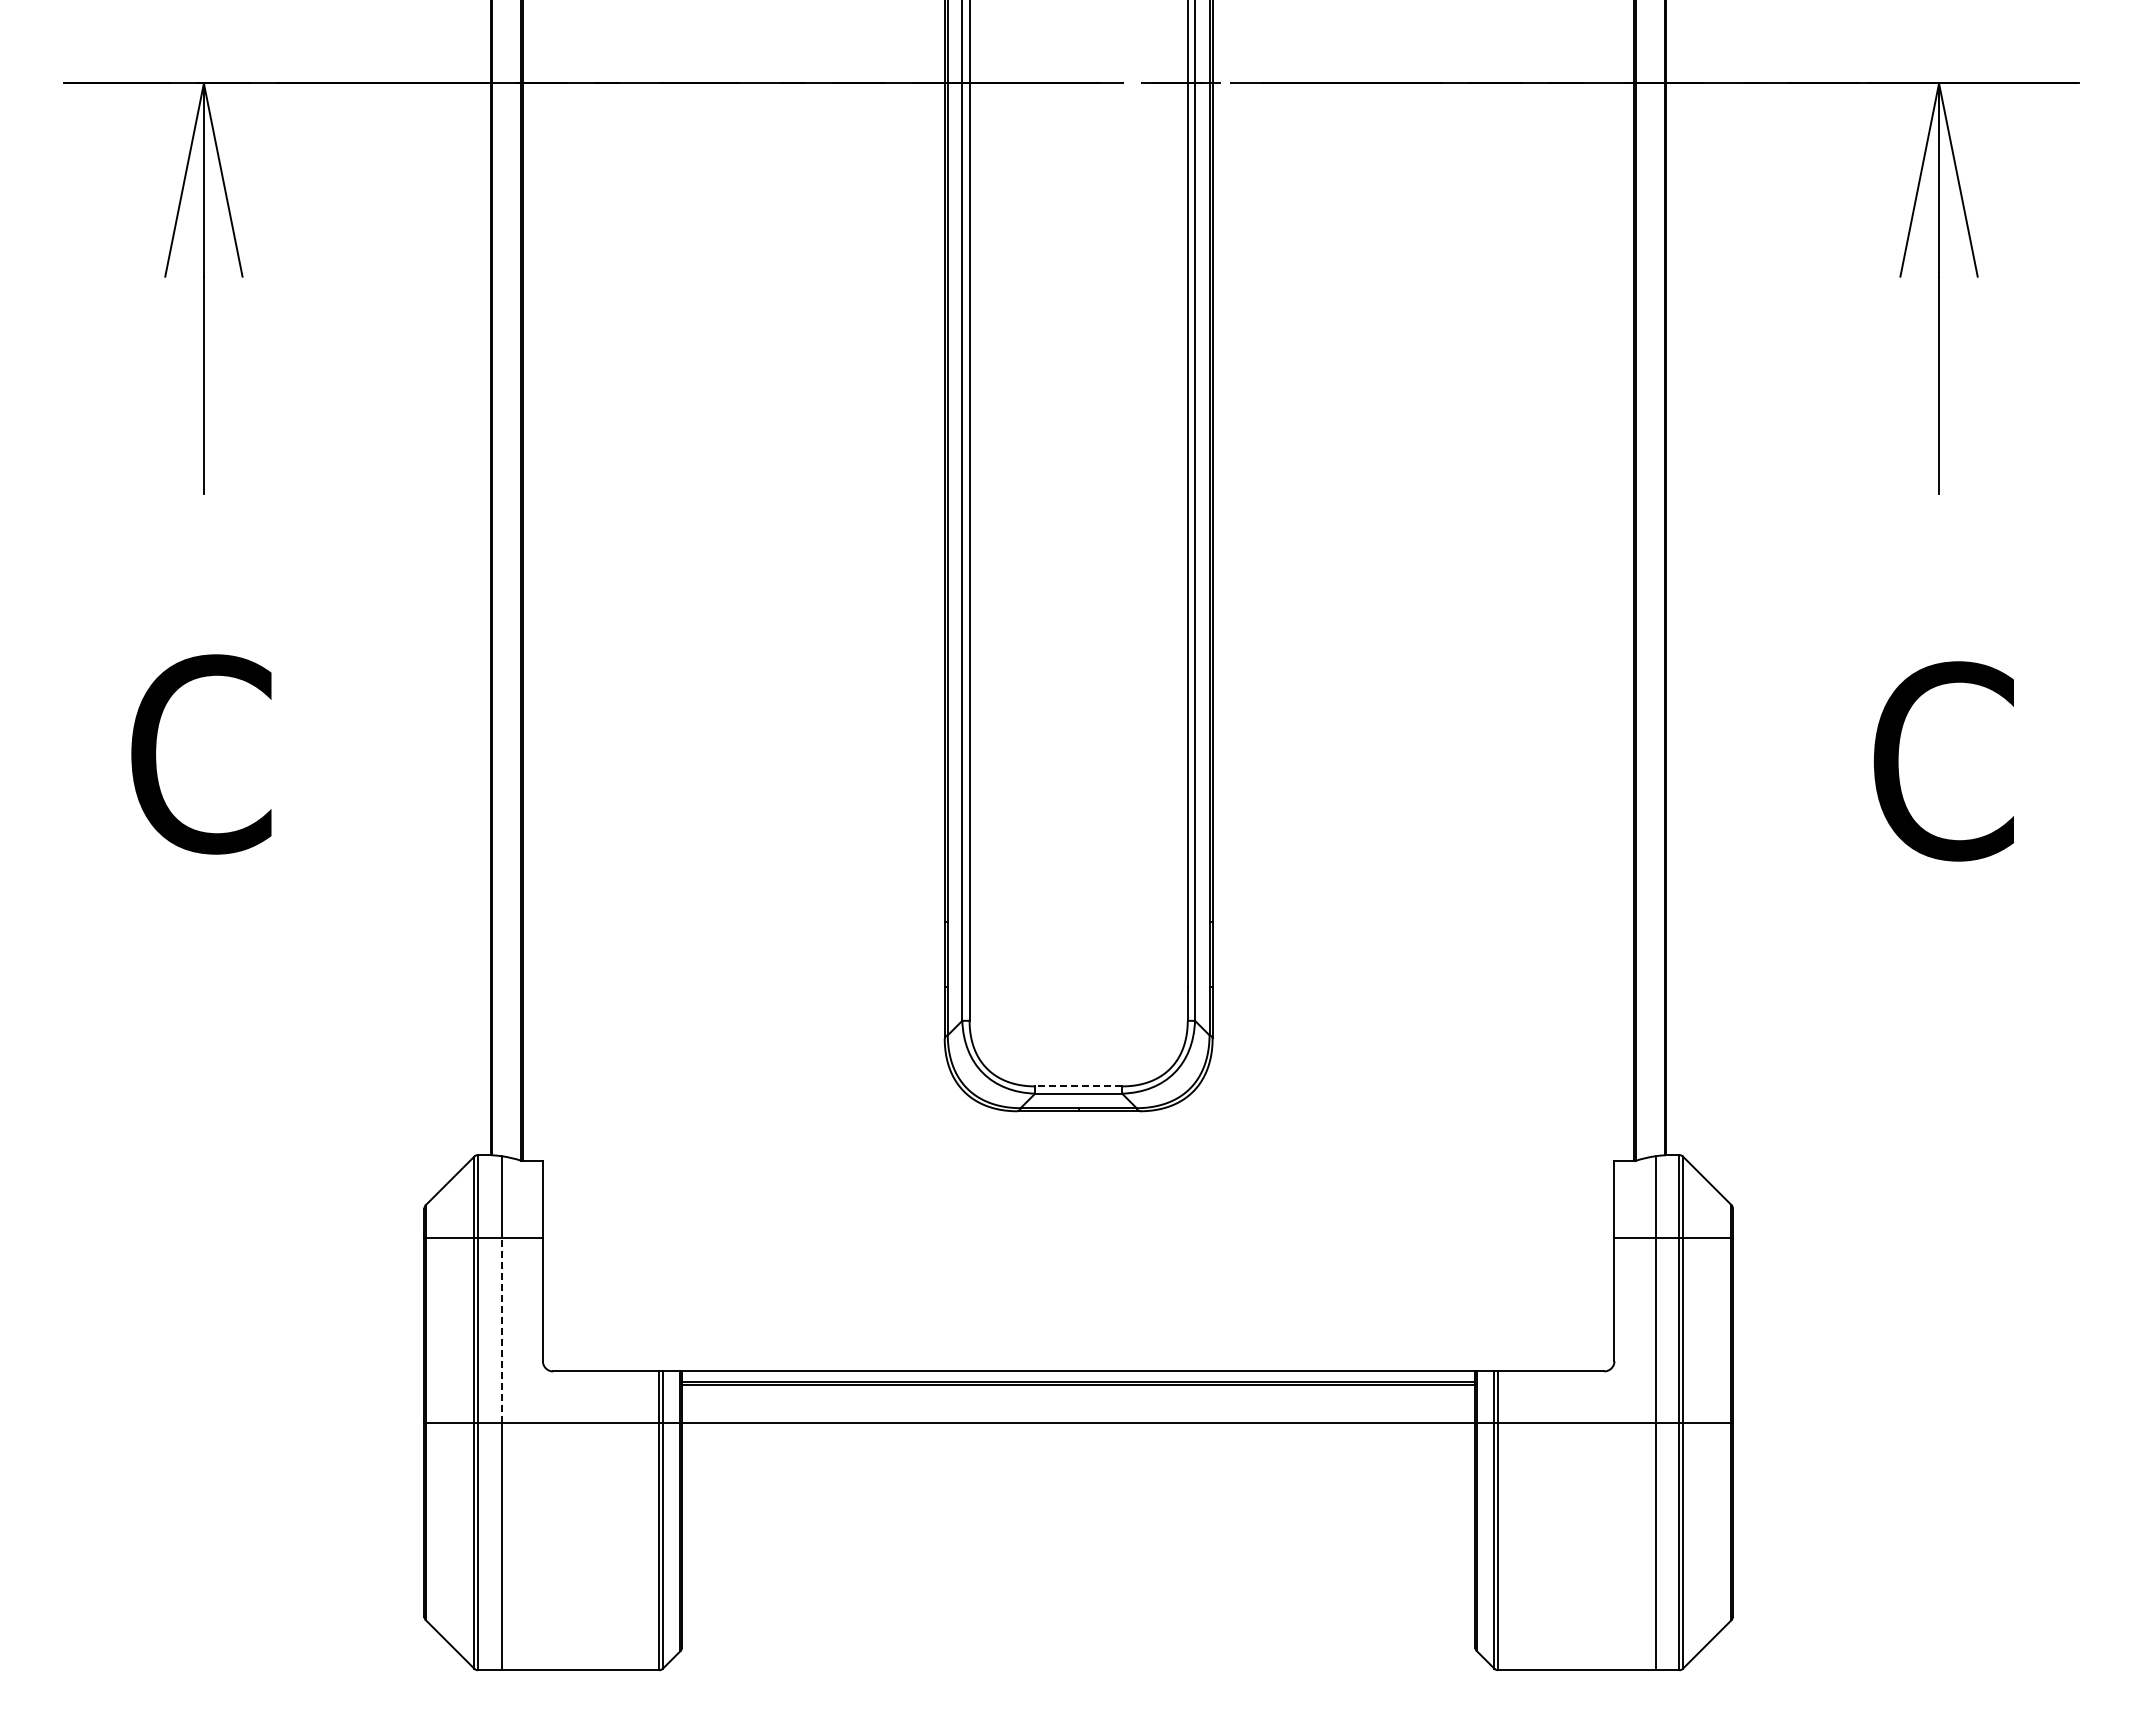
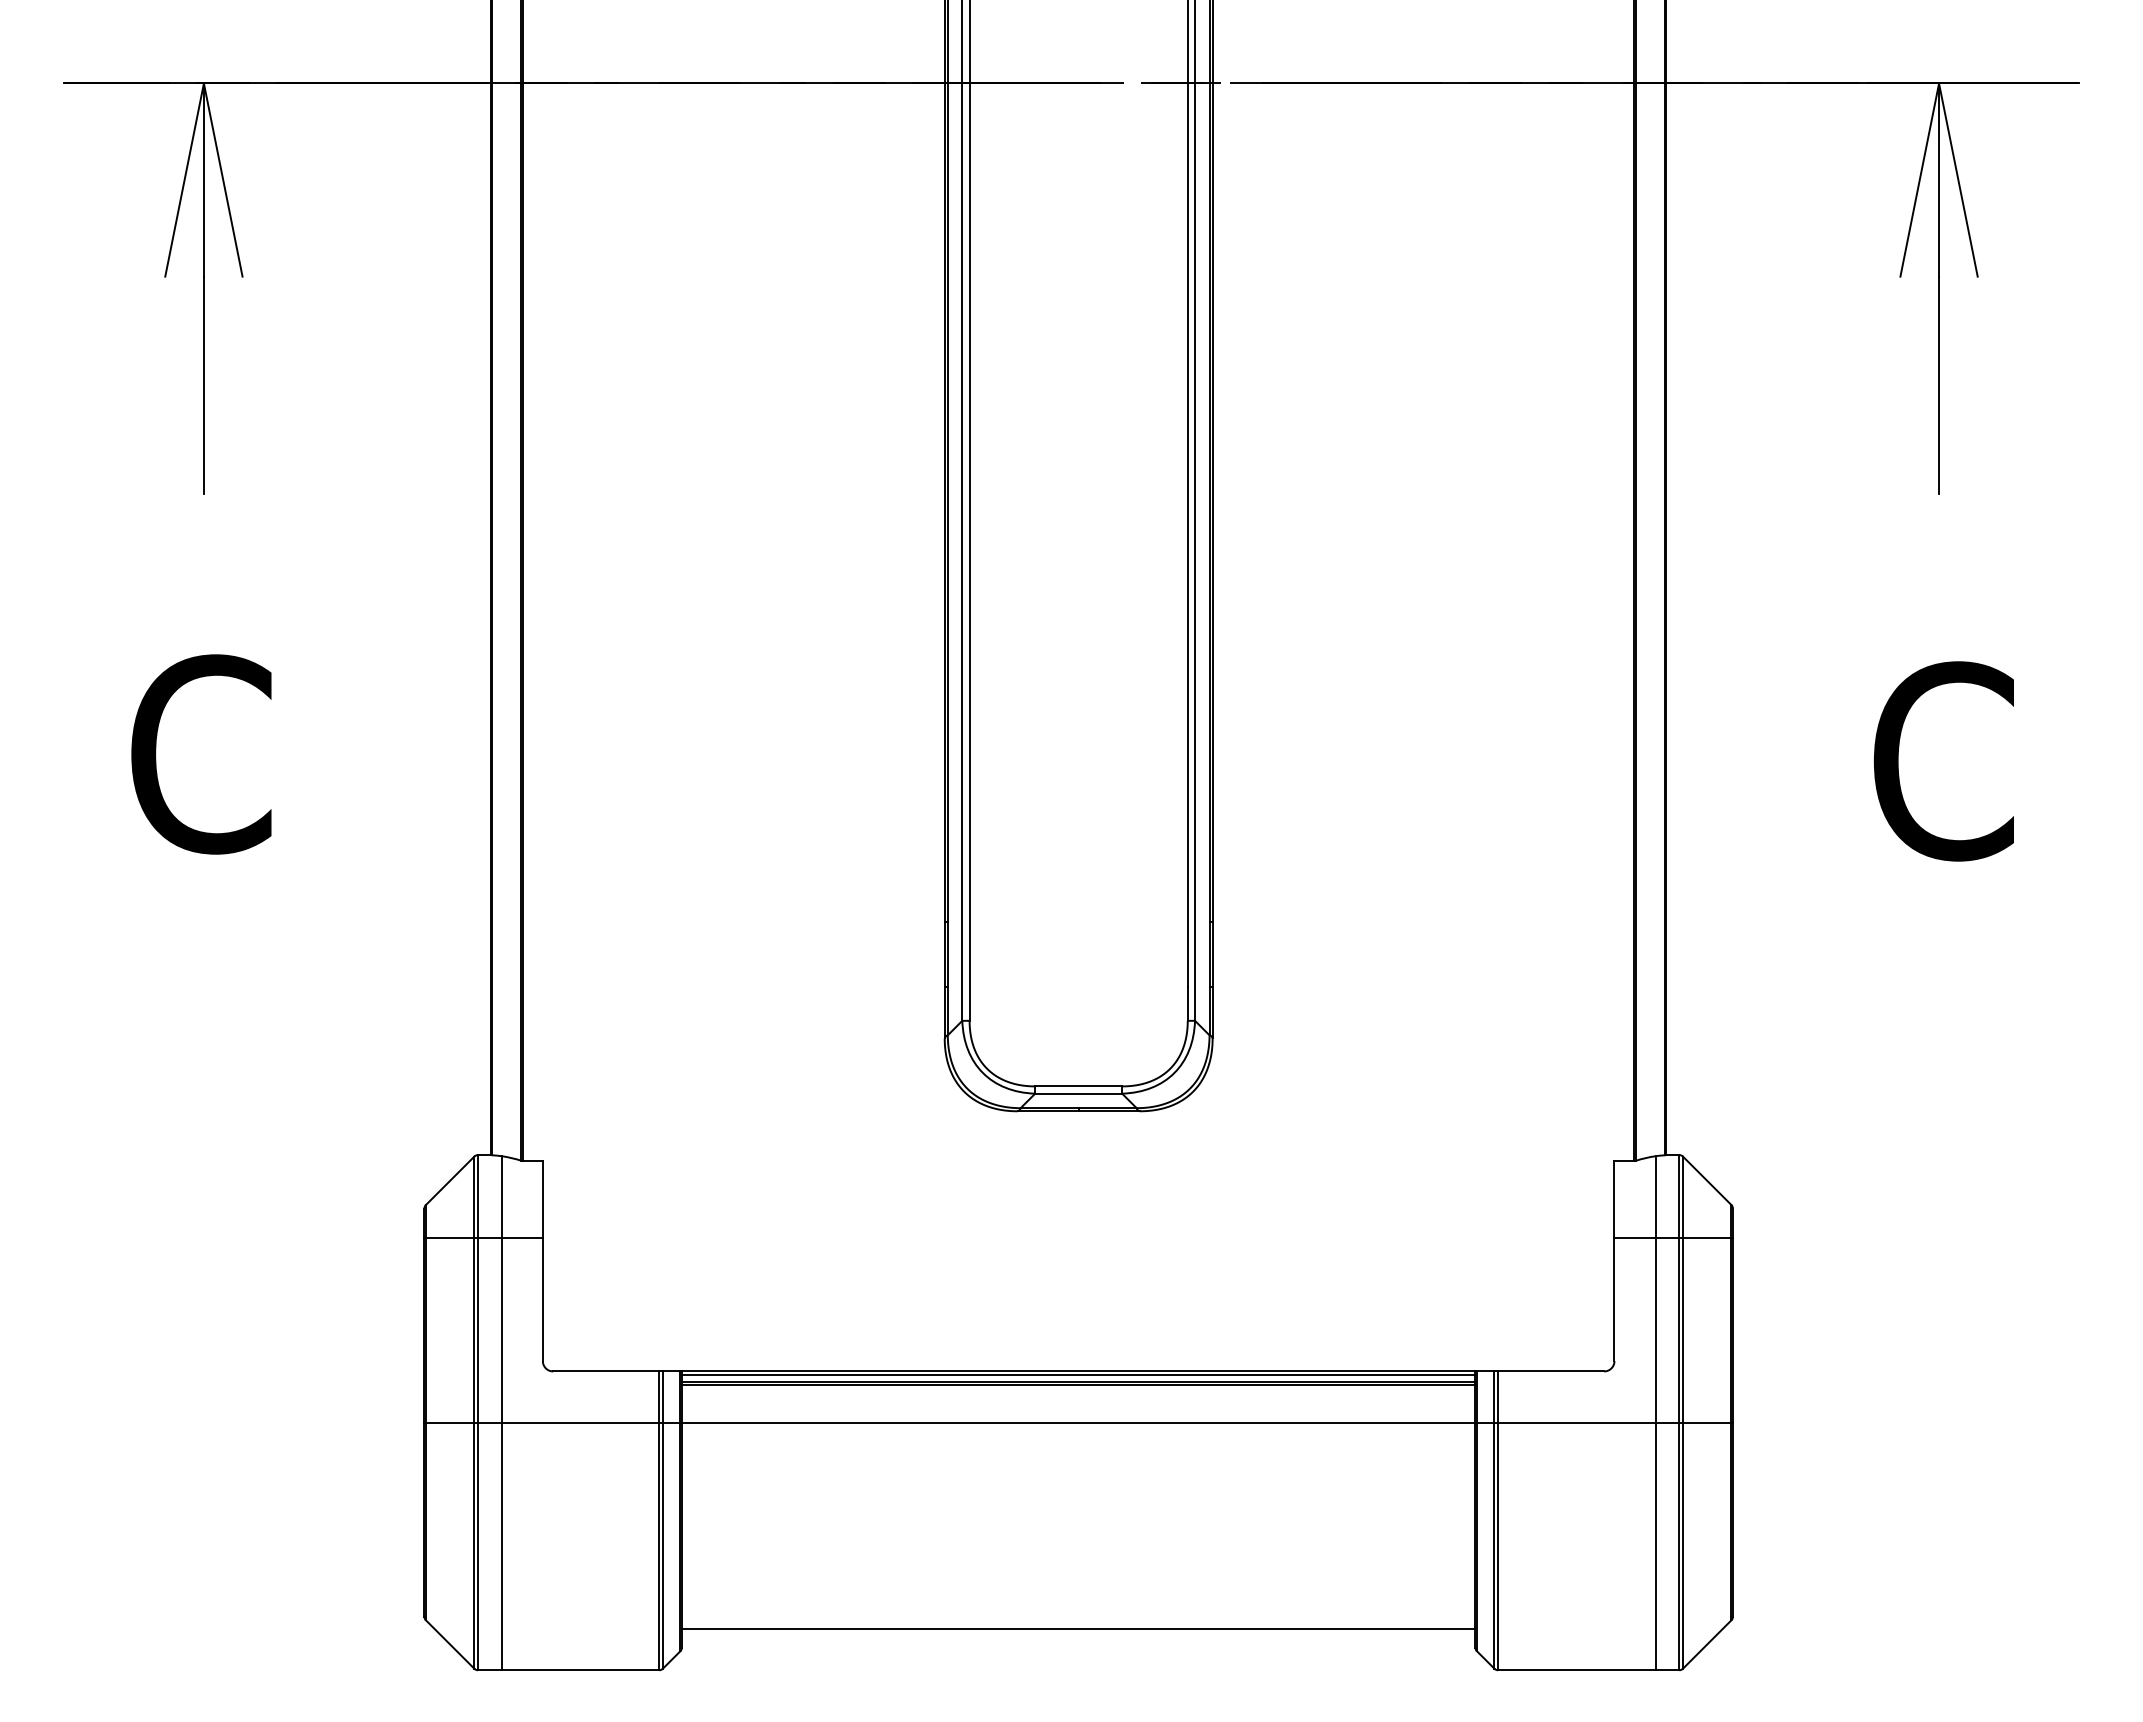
line at (1078, 1086): dashed -> solid
line at (501, 1330): dashed -> solid
line at (1078, 1374): none -> present
line at (1078, 1629): none -> present
